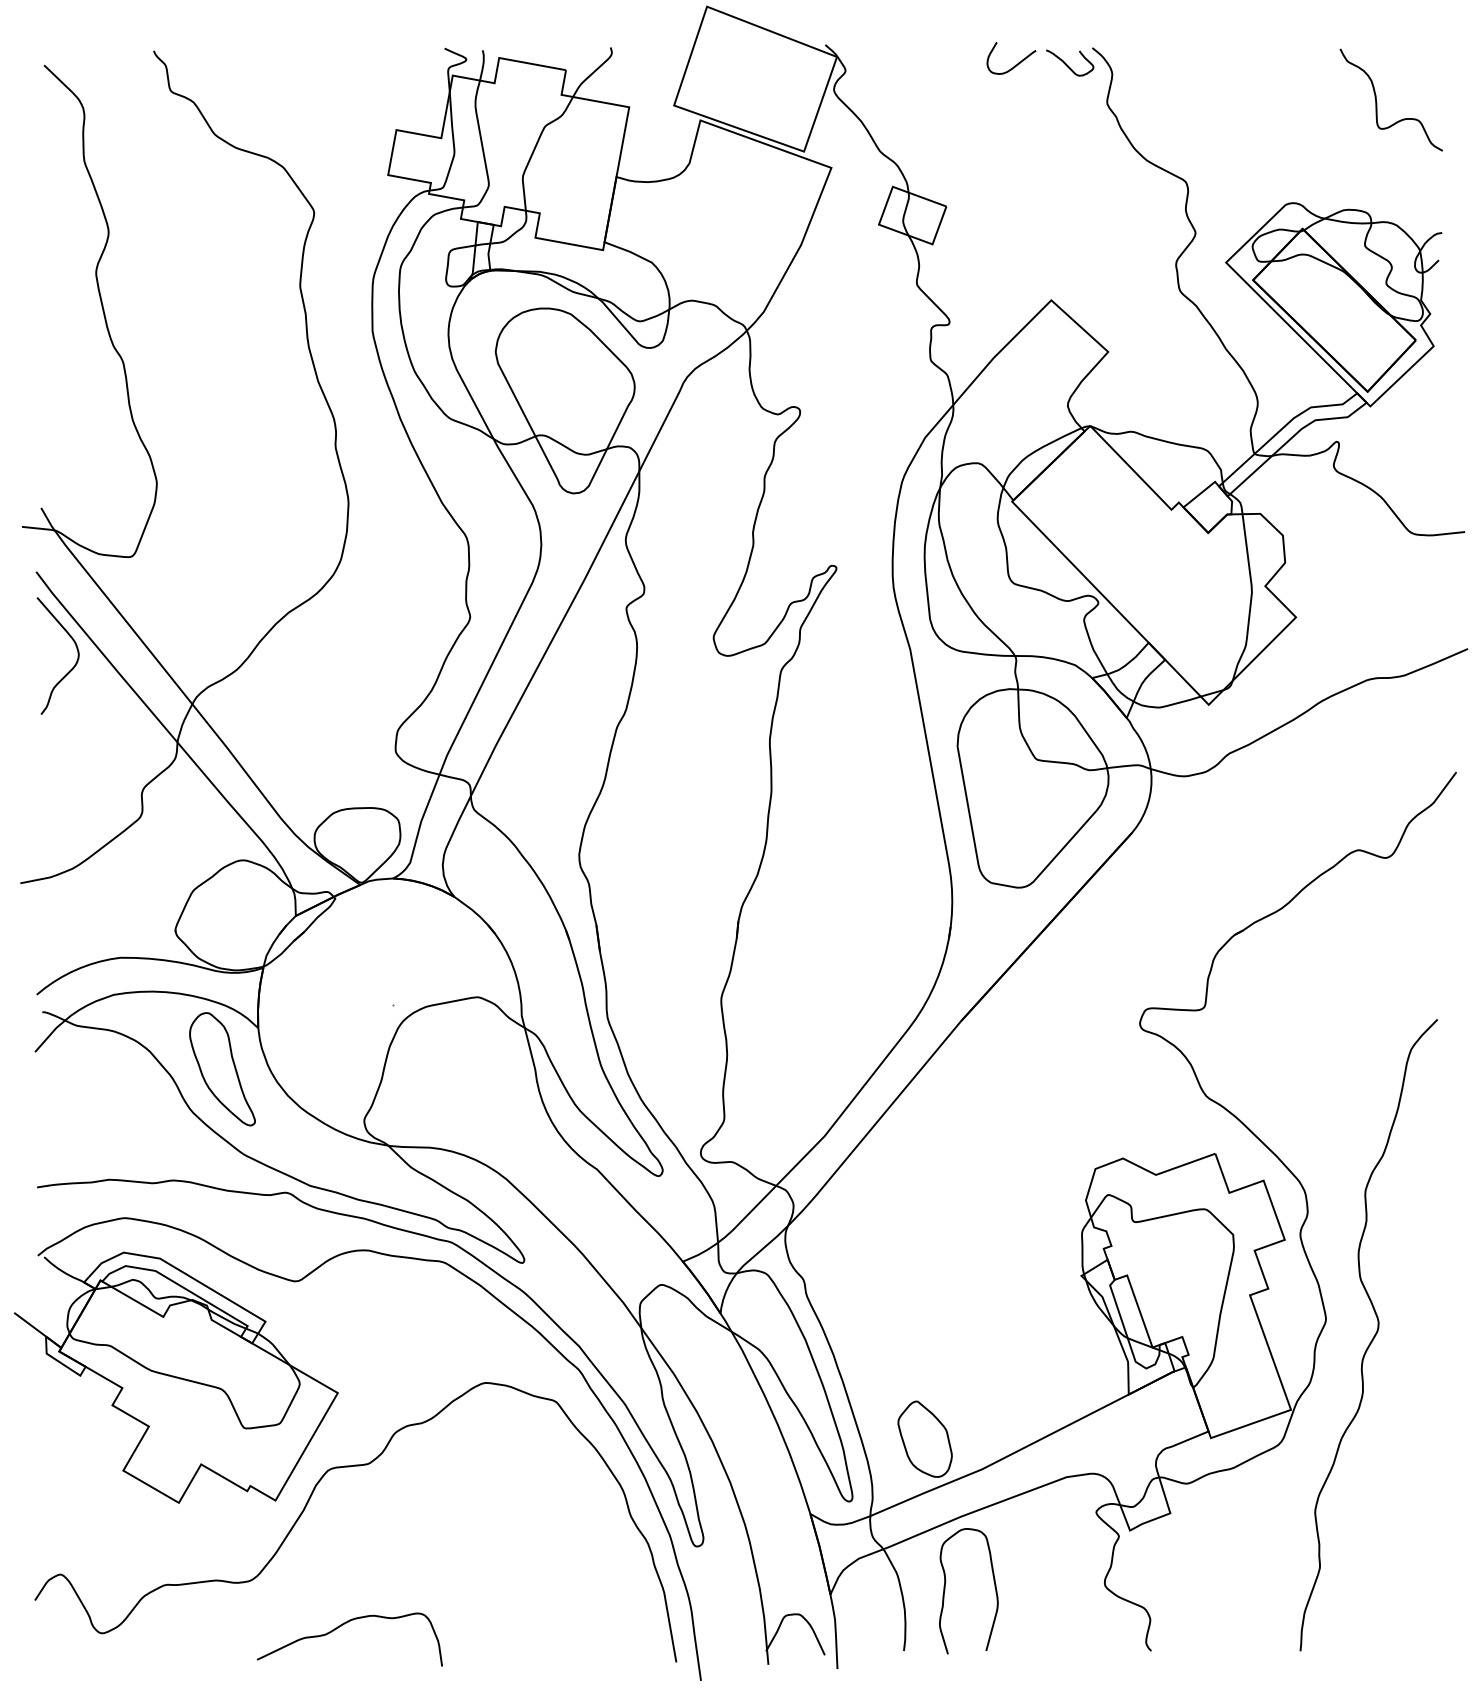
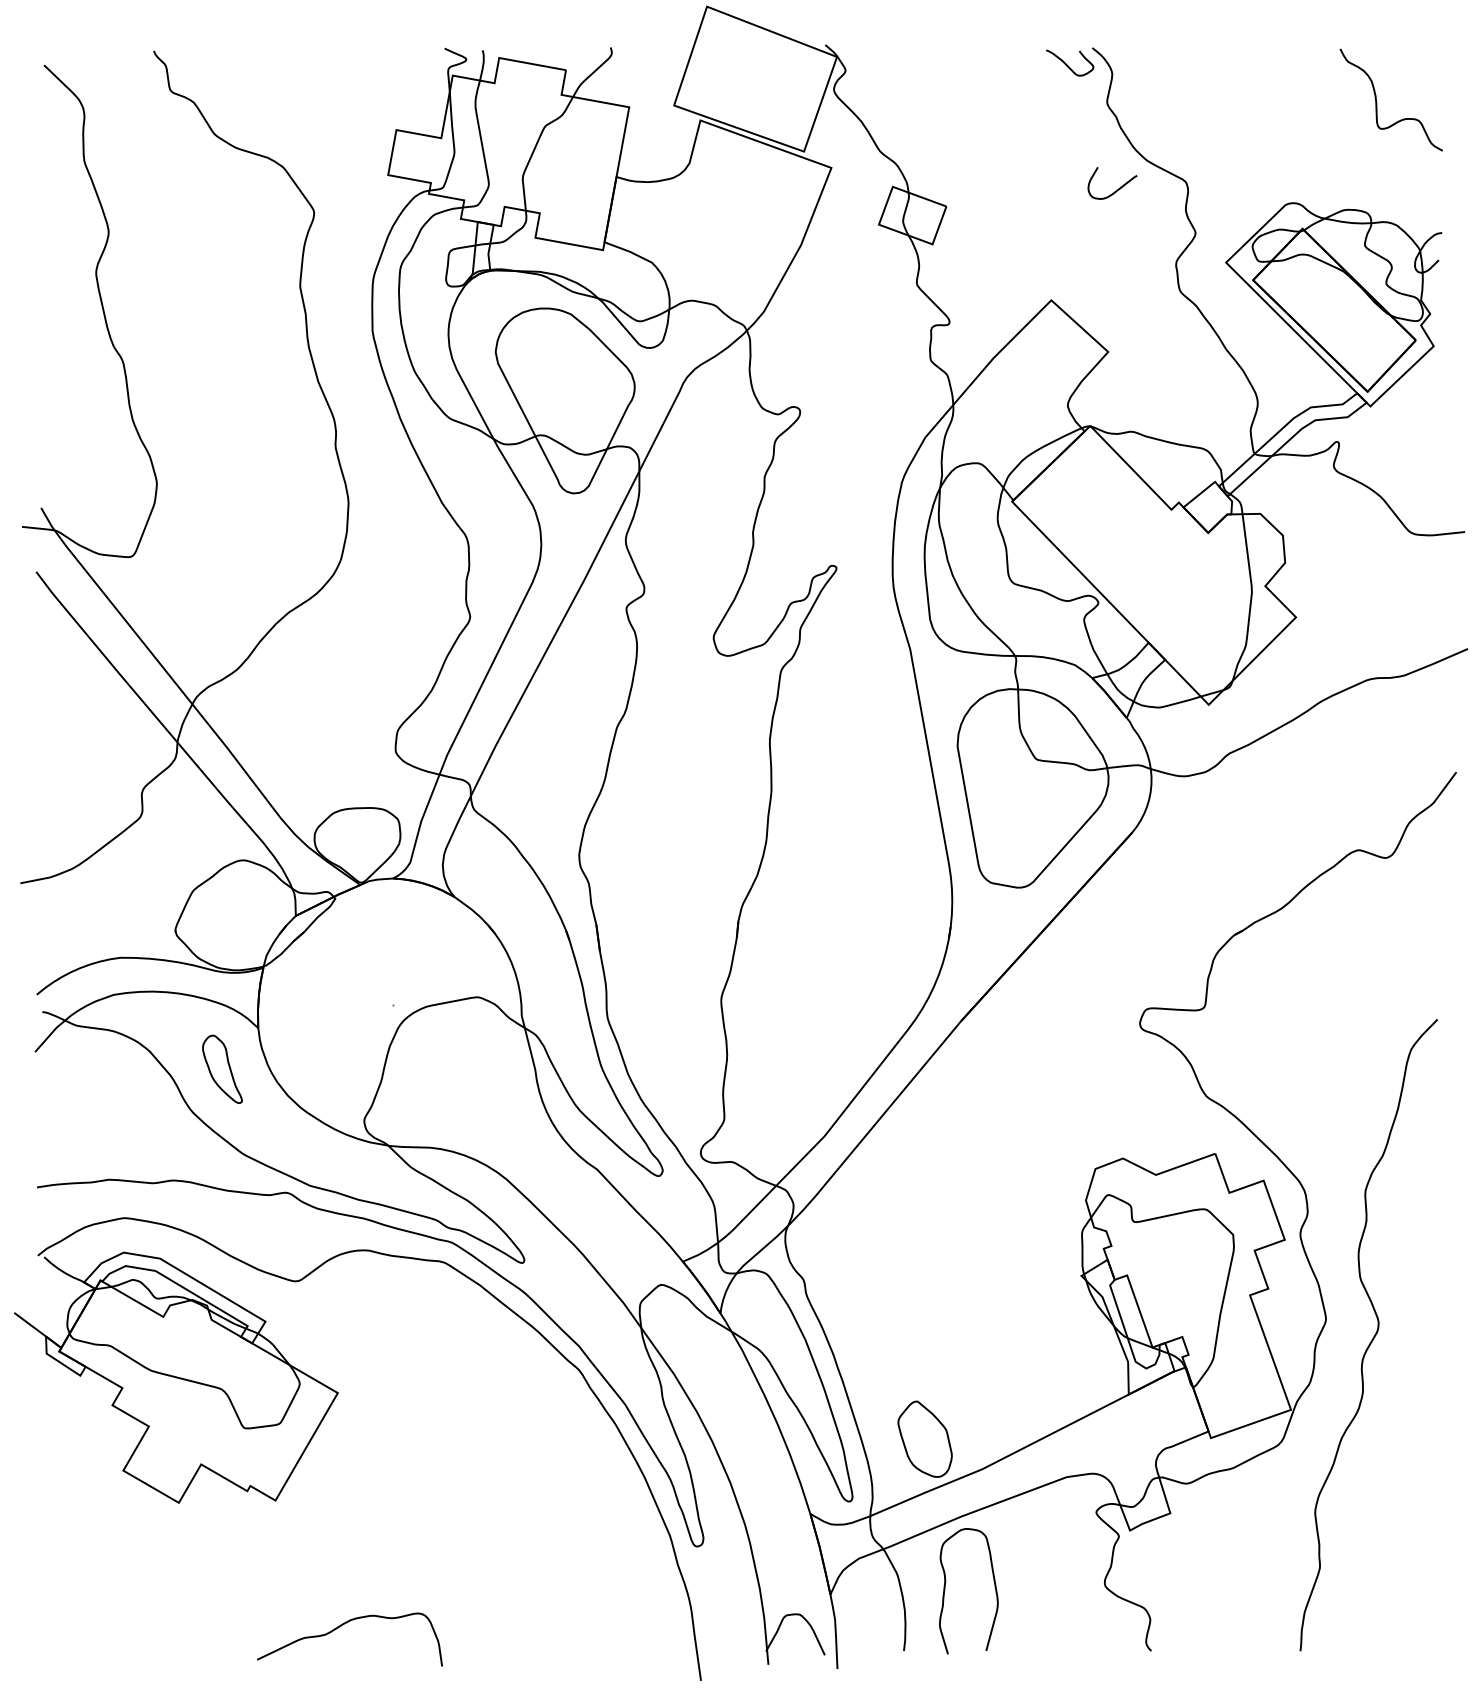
curve at (1014, 65) position: (1014, 65) -> (1115, 190)
curve at (71, 668): present -> none
part at (222, 1069) size: 67x115 px -> 41x70 px
curve at (310, 1499): present -> none
